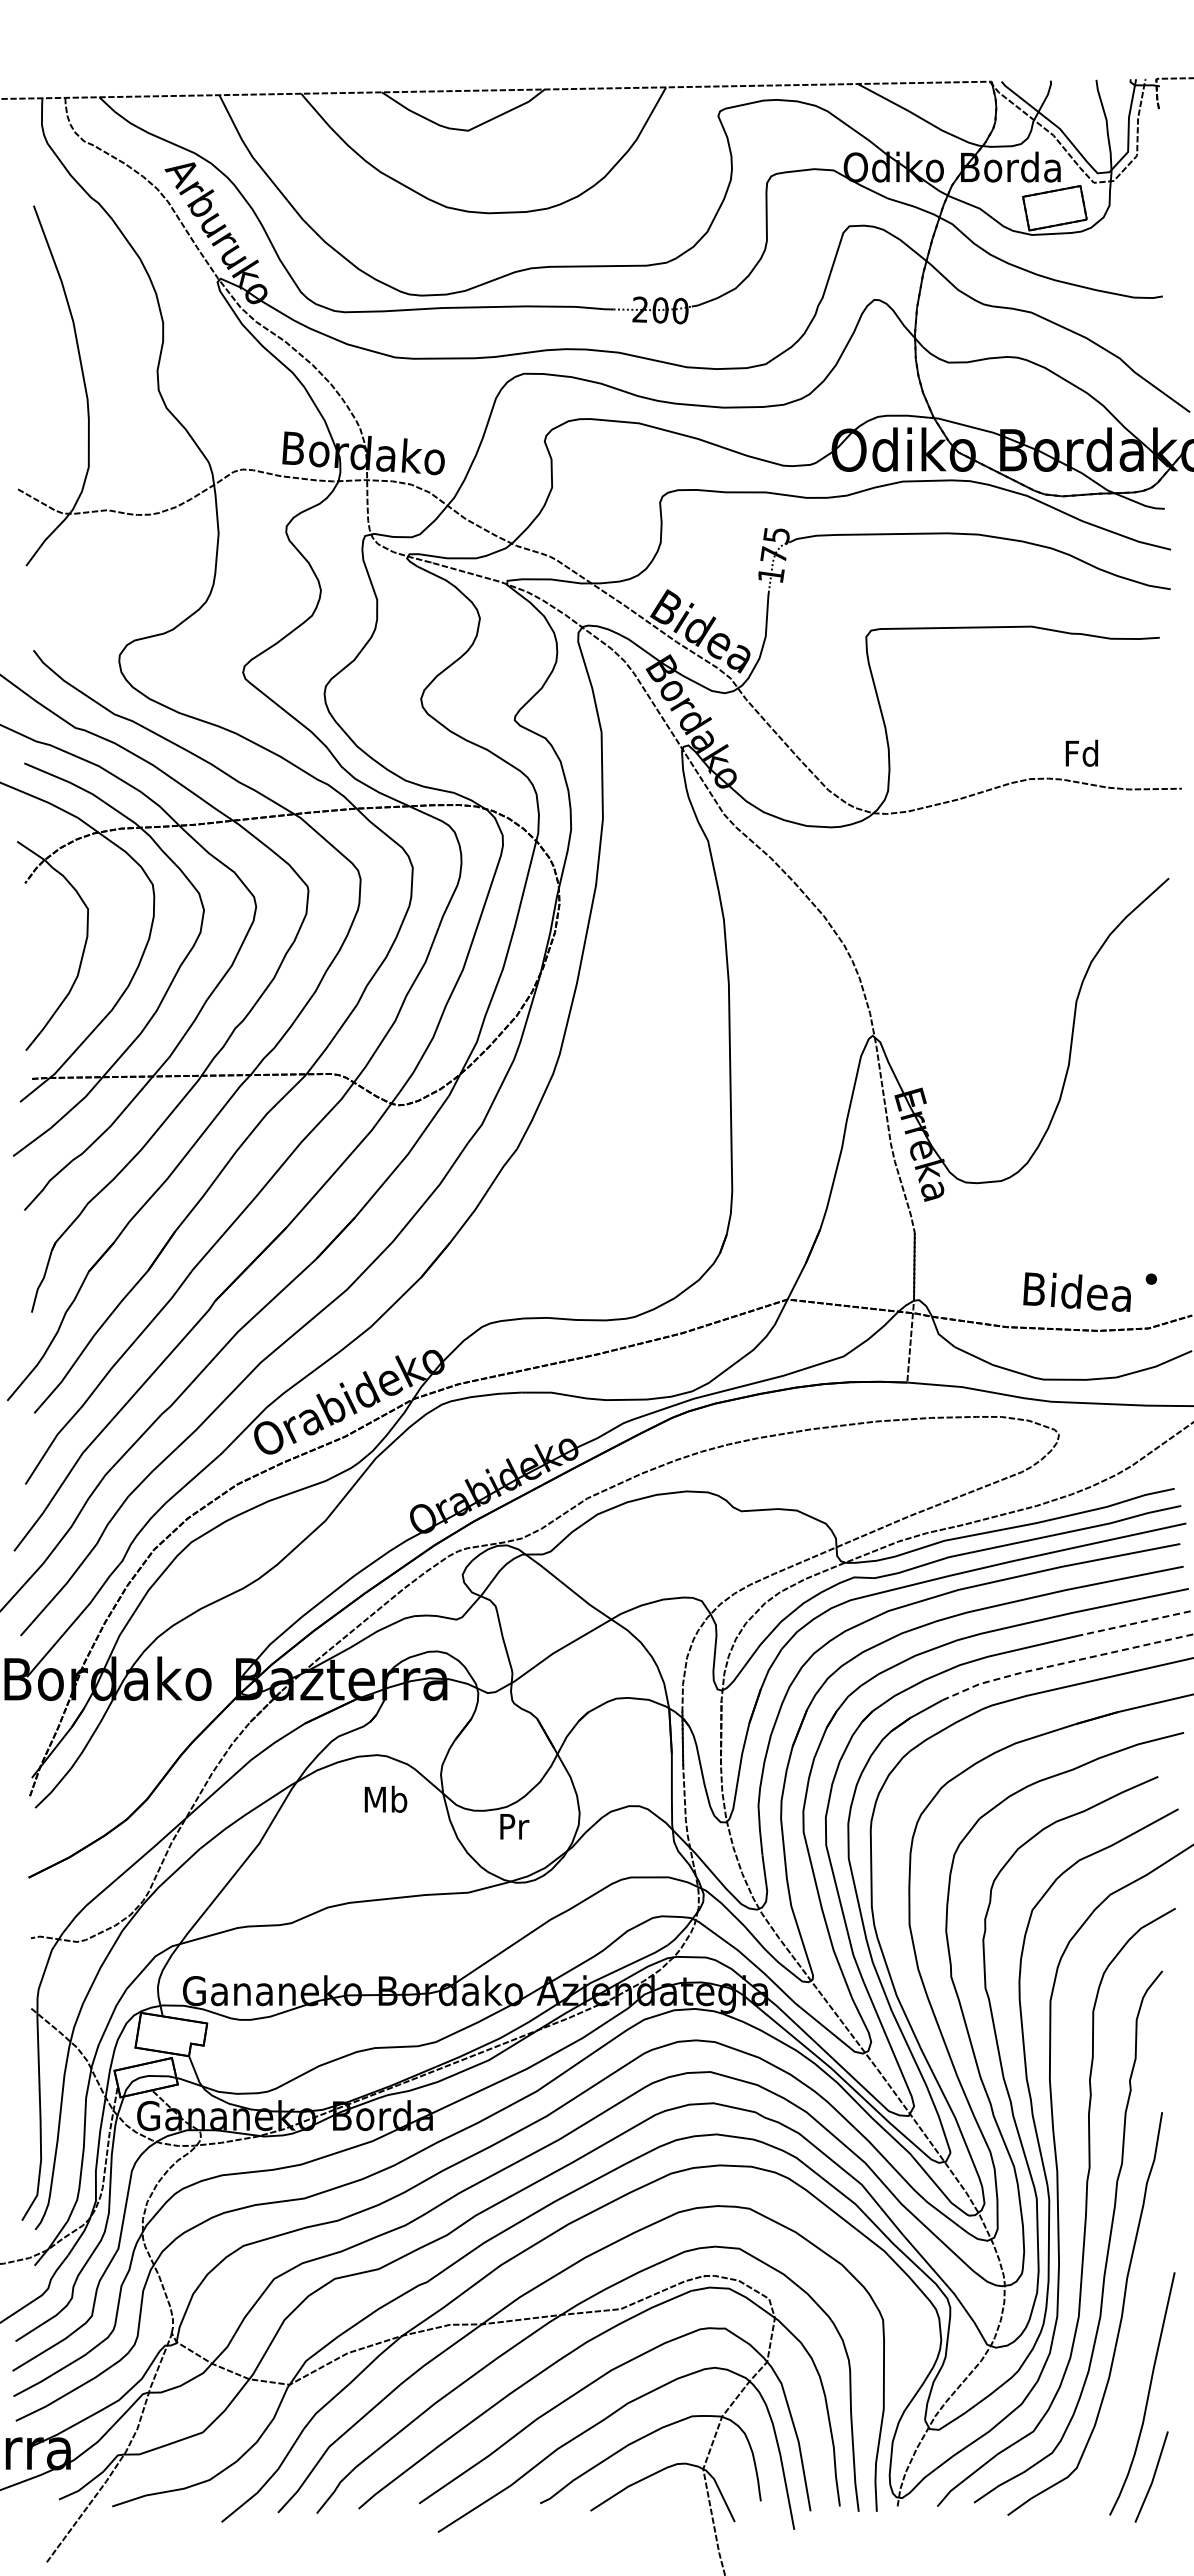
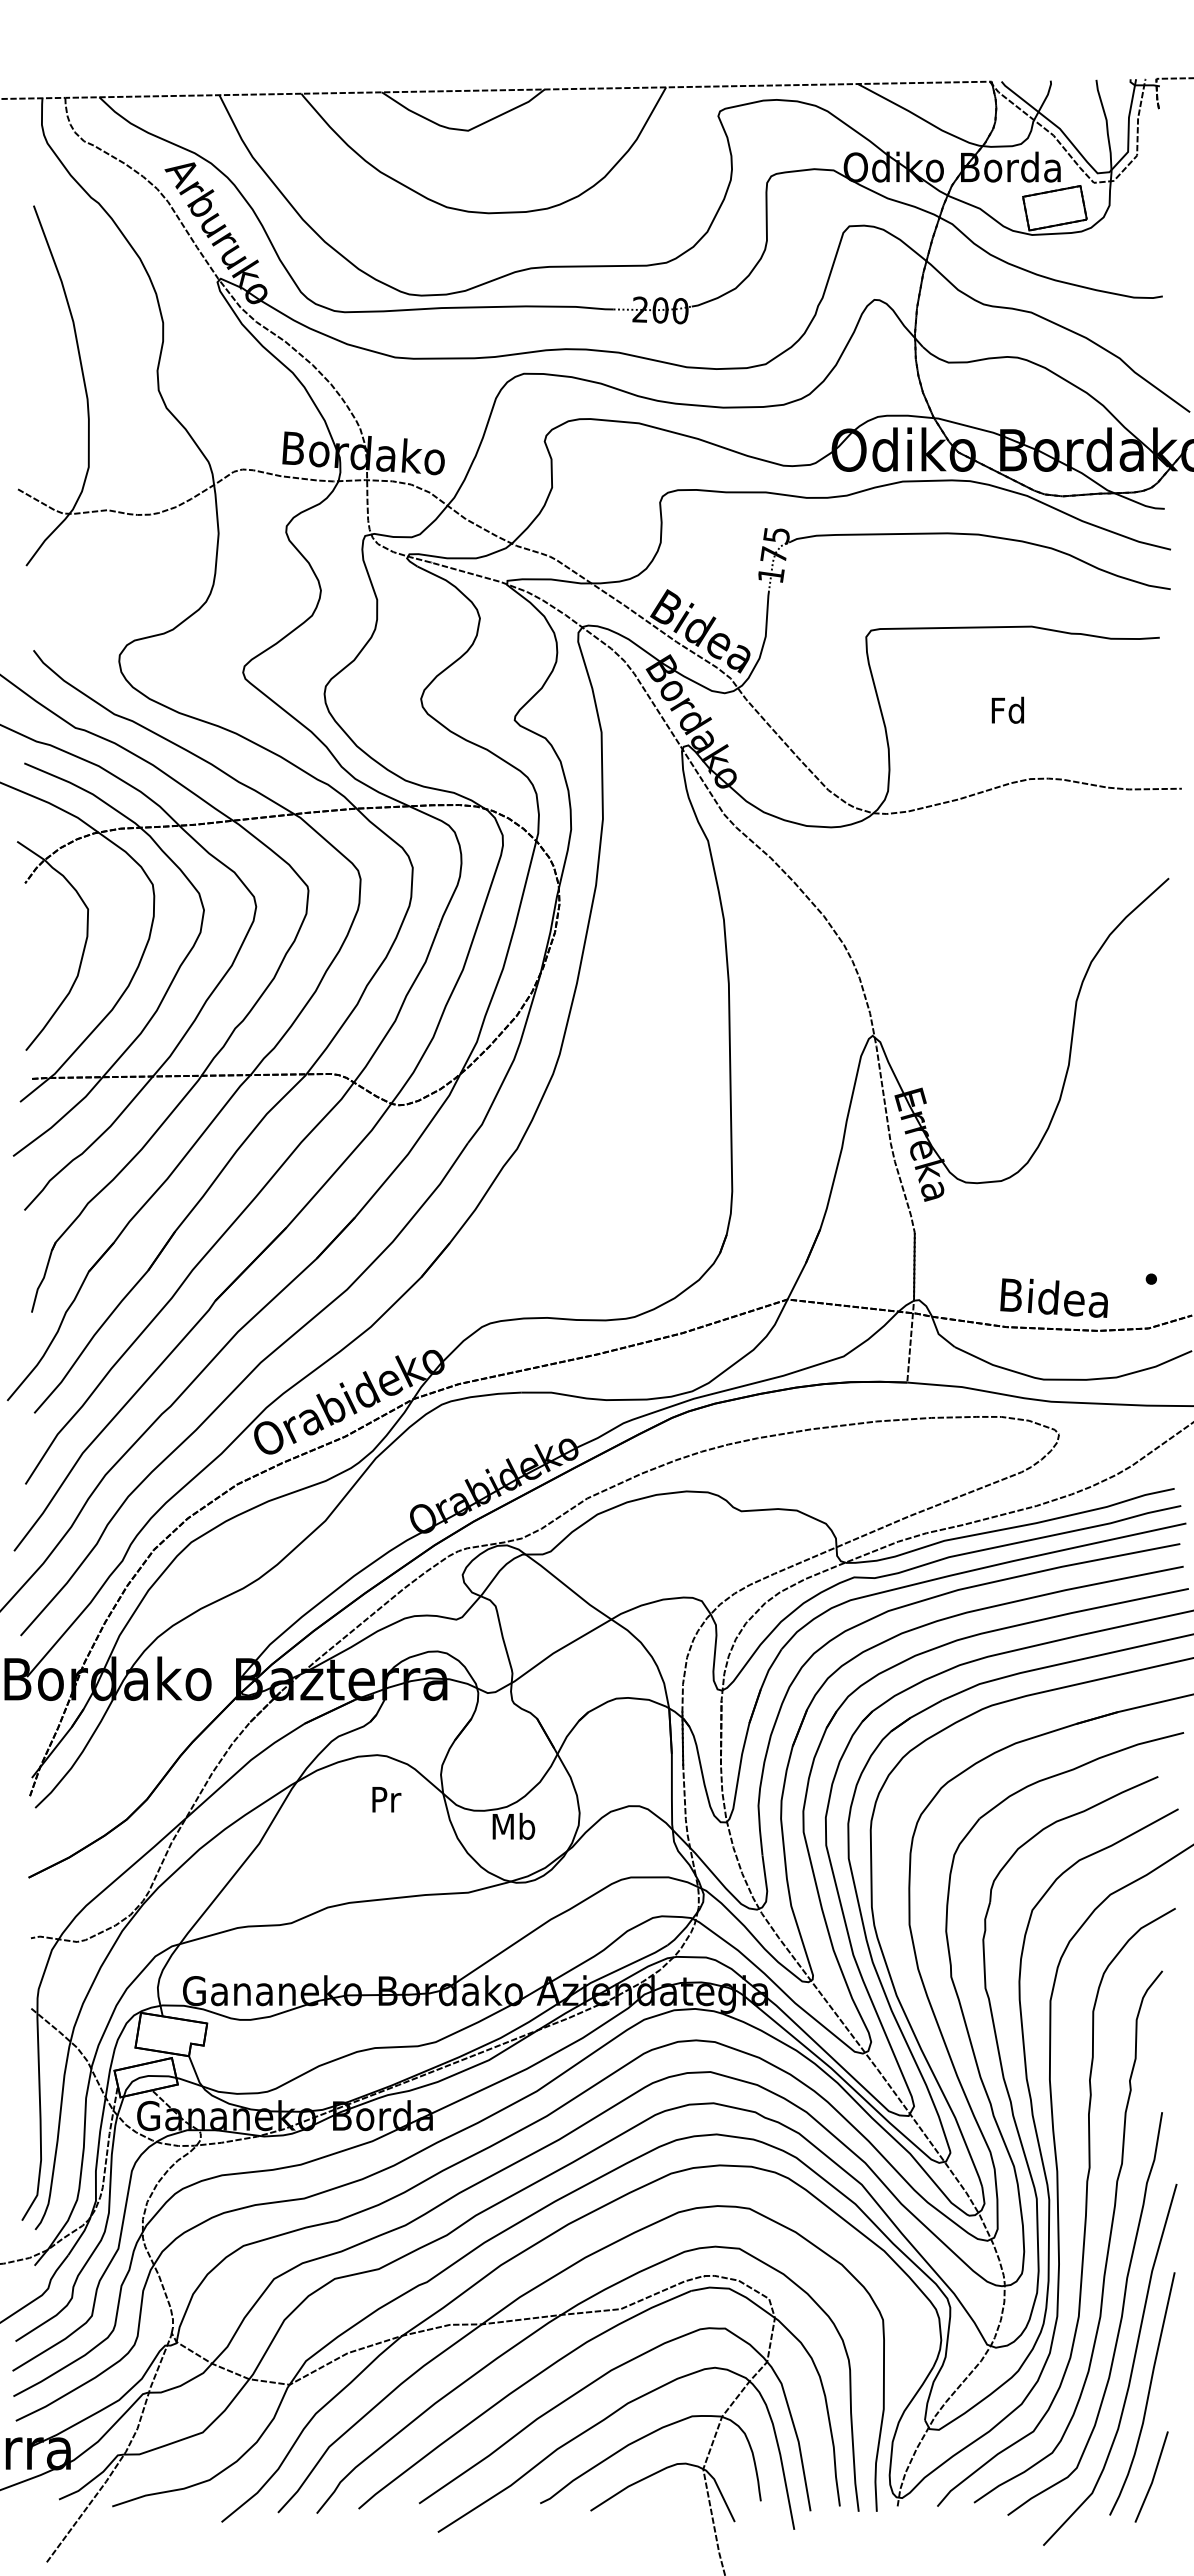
text at (1081, 752) position: (1081, 752) -> (1007, 709)
text at (1076, 1291) position: (1076, 1291) -> (1053, 1297)
line at (1135, 1623): dashed -> solid
line at (1064, 1663): dashed -> solid
text at (385, 1798): Mb -> Pr
text at (513, 1825): Pr -> Mb
curve at (1131, 2367): none -> present
